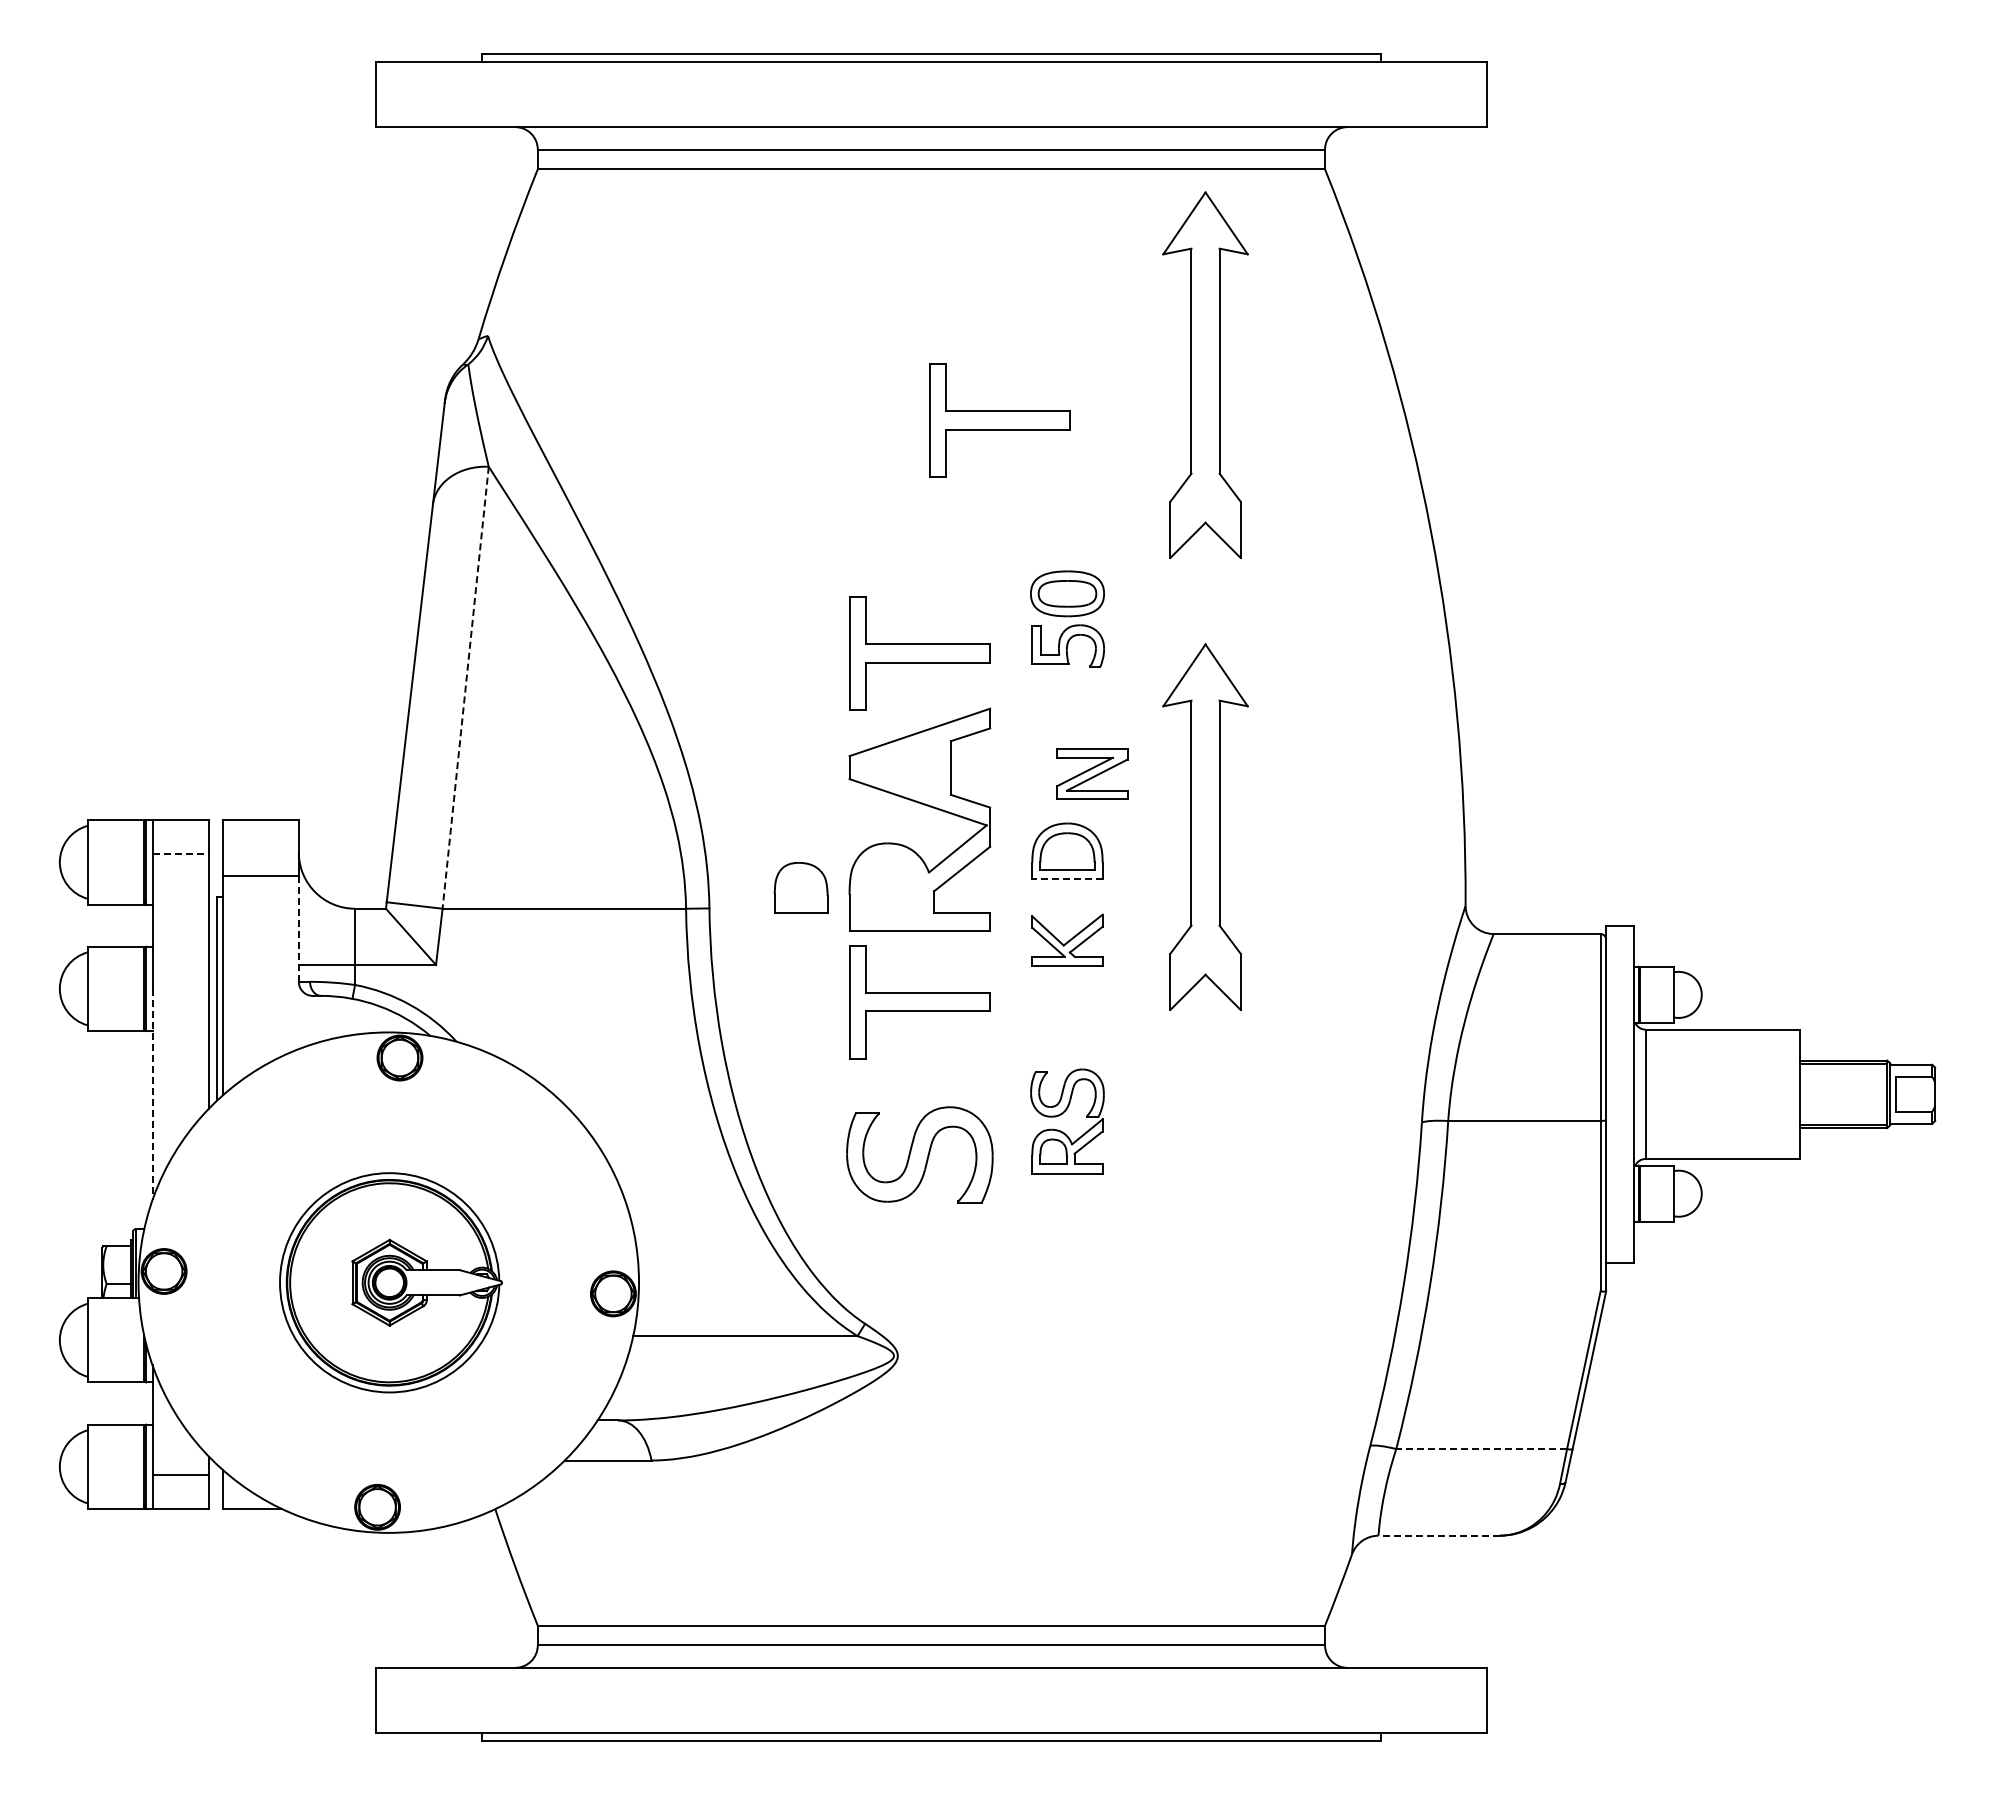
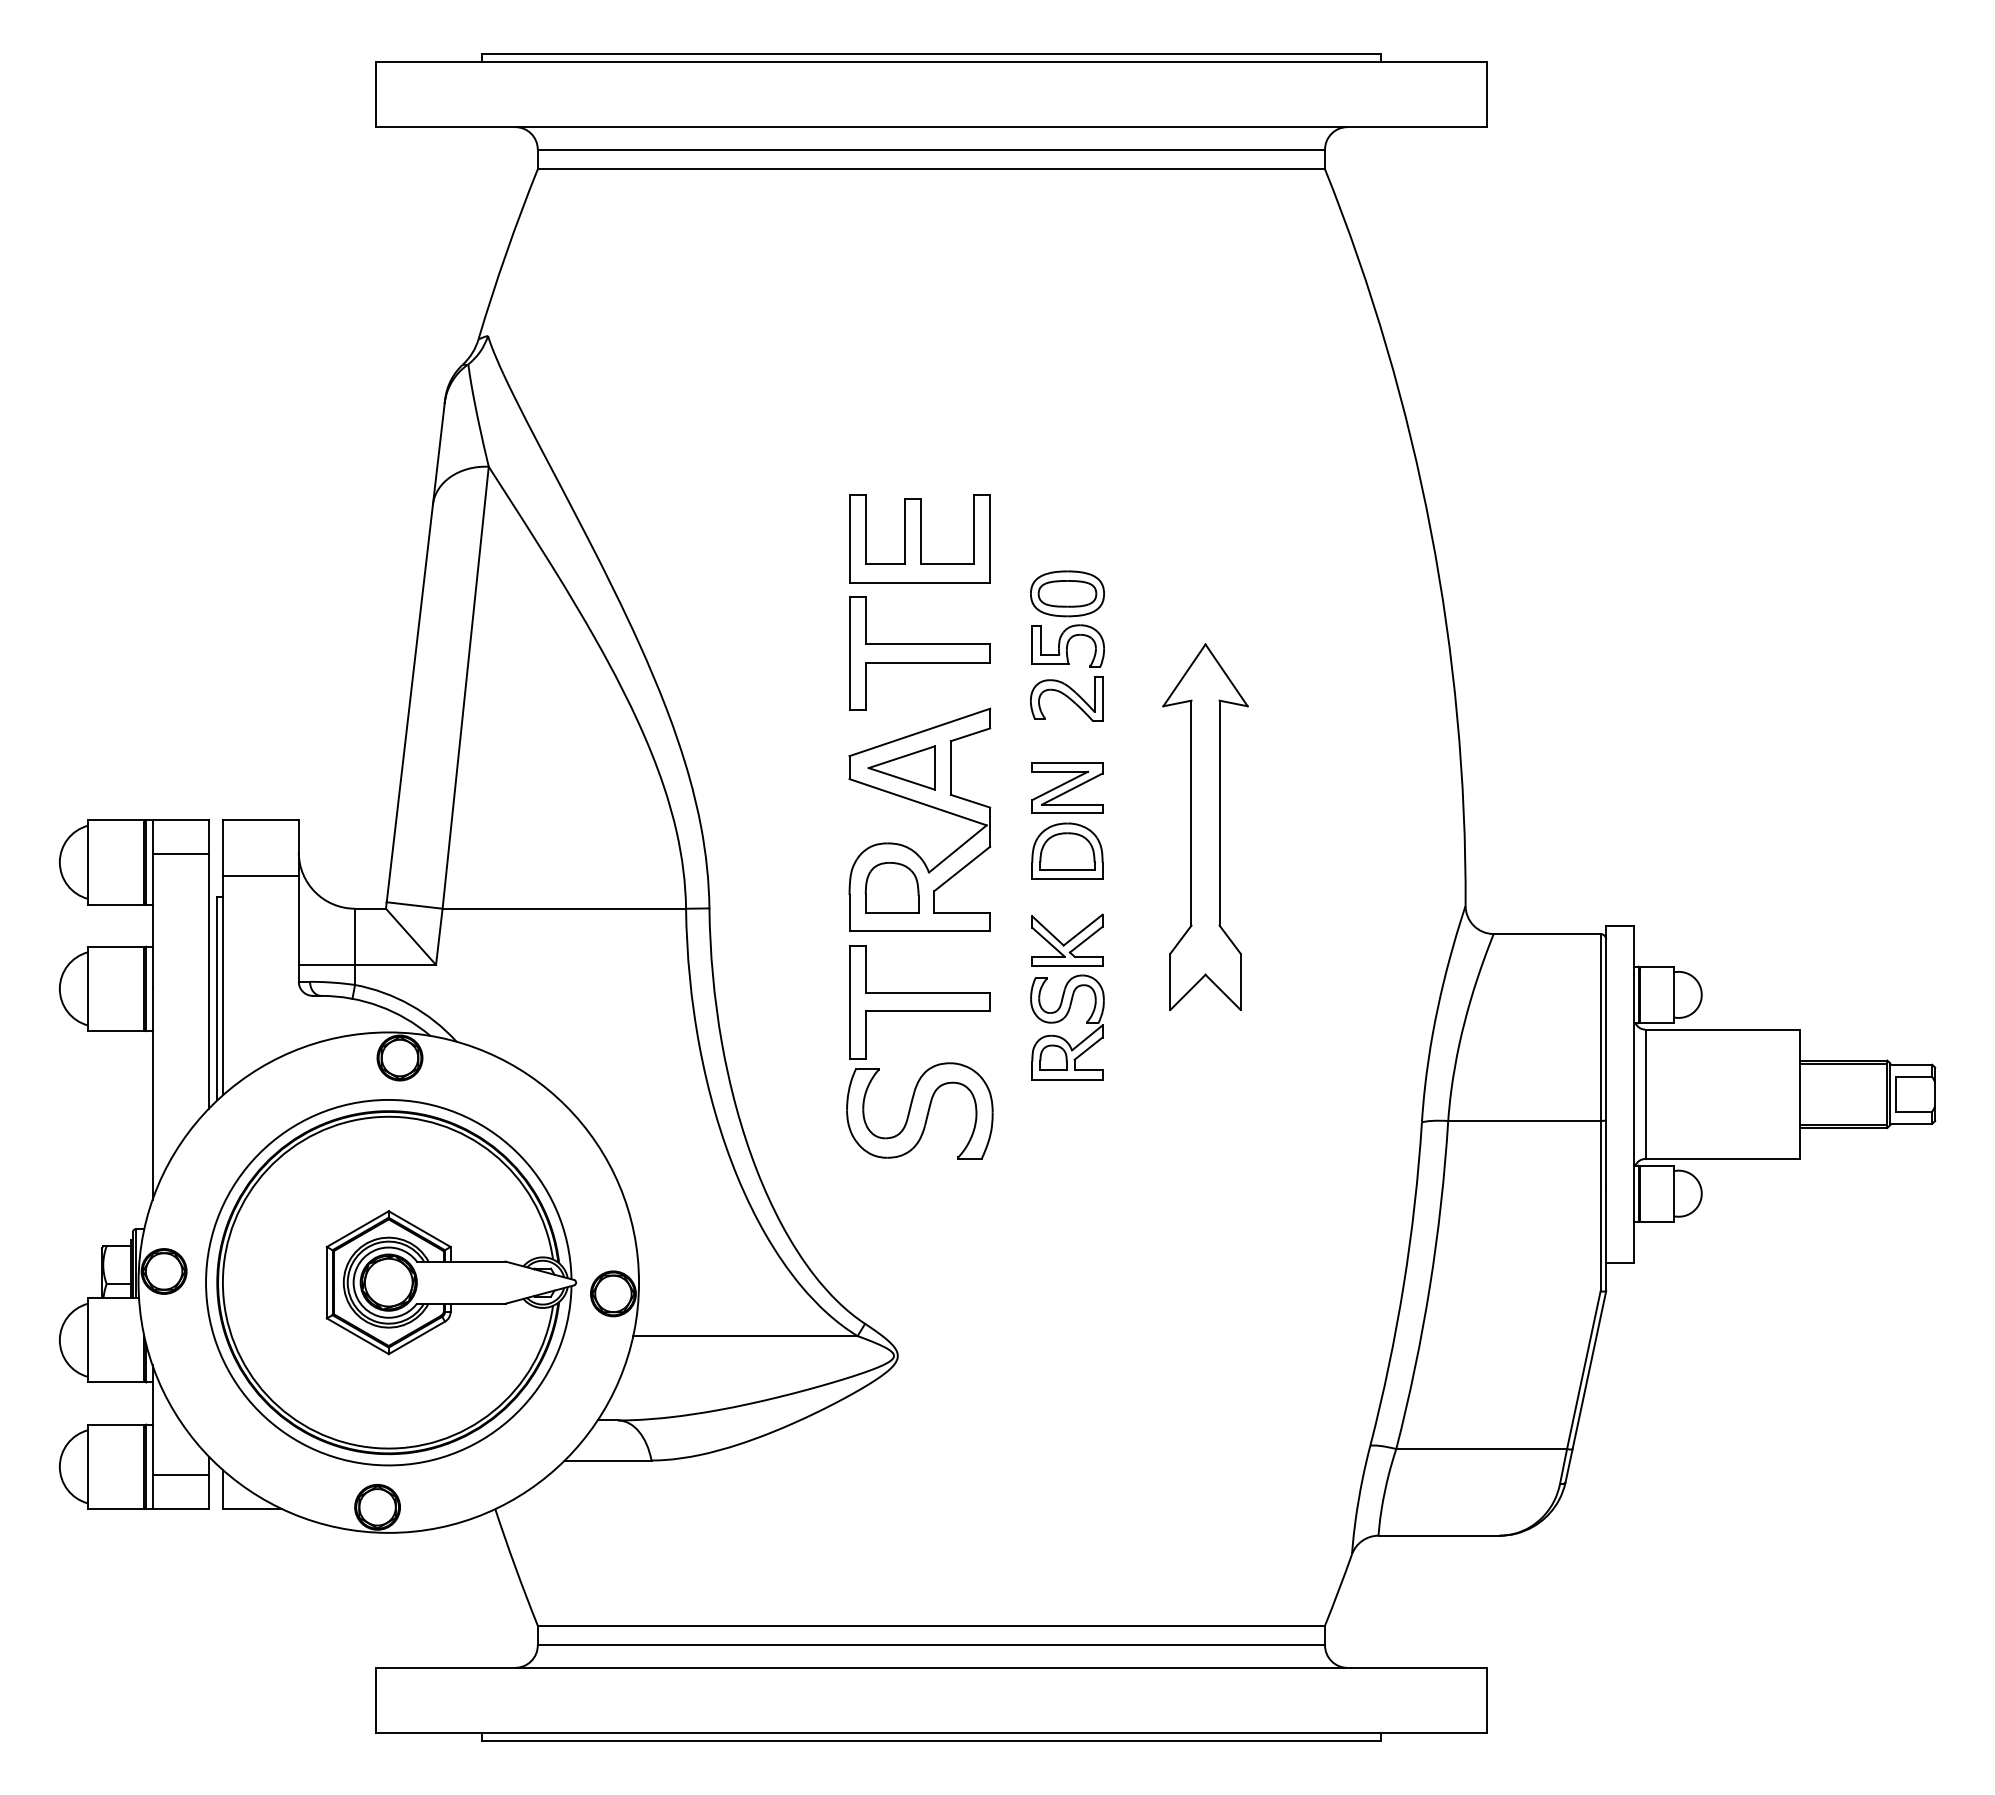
part at (1205, 374): present -> none
part at (999, 420): present -> none
part at (919, 538): none -> present
line at (465, 688): dashed -> solid
part at (1066, 698): none -> present
part at (901, 767): none -> present
part at (1092, 773) position: (1092, 773) -> (1067, 787)
line at (181, 853): dashed -> solid
line at (1066, 878): dashed -> solid
part at (800, 887) position: (800, 887) -> (891, 887)
line at (298, 929): dashed -> solid
line at (152, 1094): dashed -> solid
part at (1061, 1115) position: (1061, 1115) -> (1061, 1021)
part at (919, 1154) position: (919, 1154) -> (919, 1110)
part at (390, 1282) size: 224x222 px -> 372x368 px
line at (1481, 1449): dashed -> solid
line at (1439, 1535): dashed -> solid
